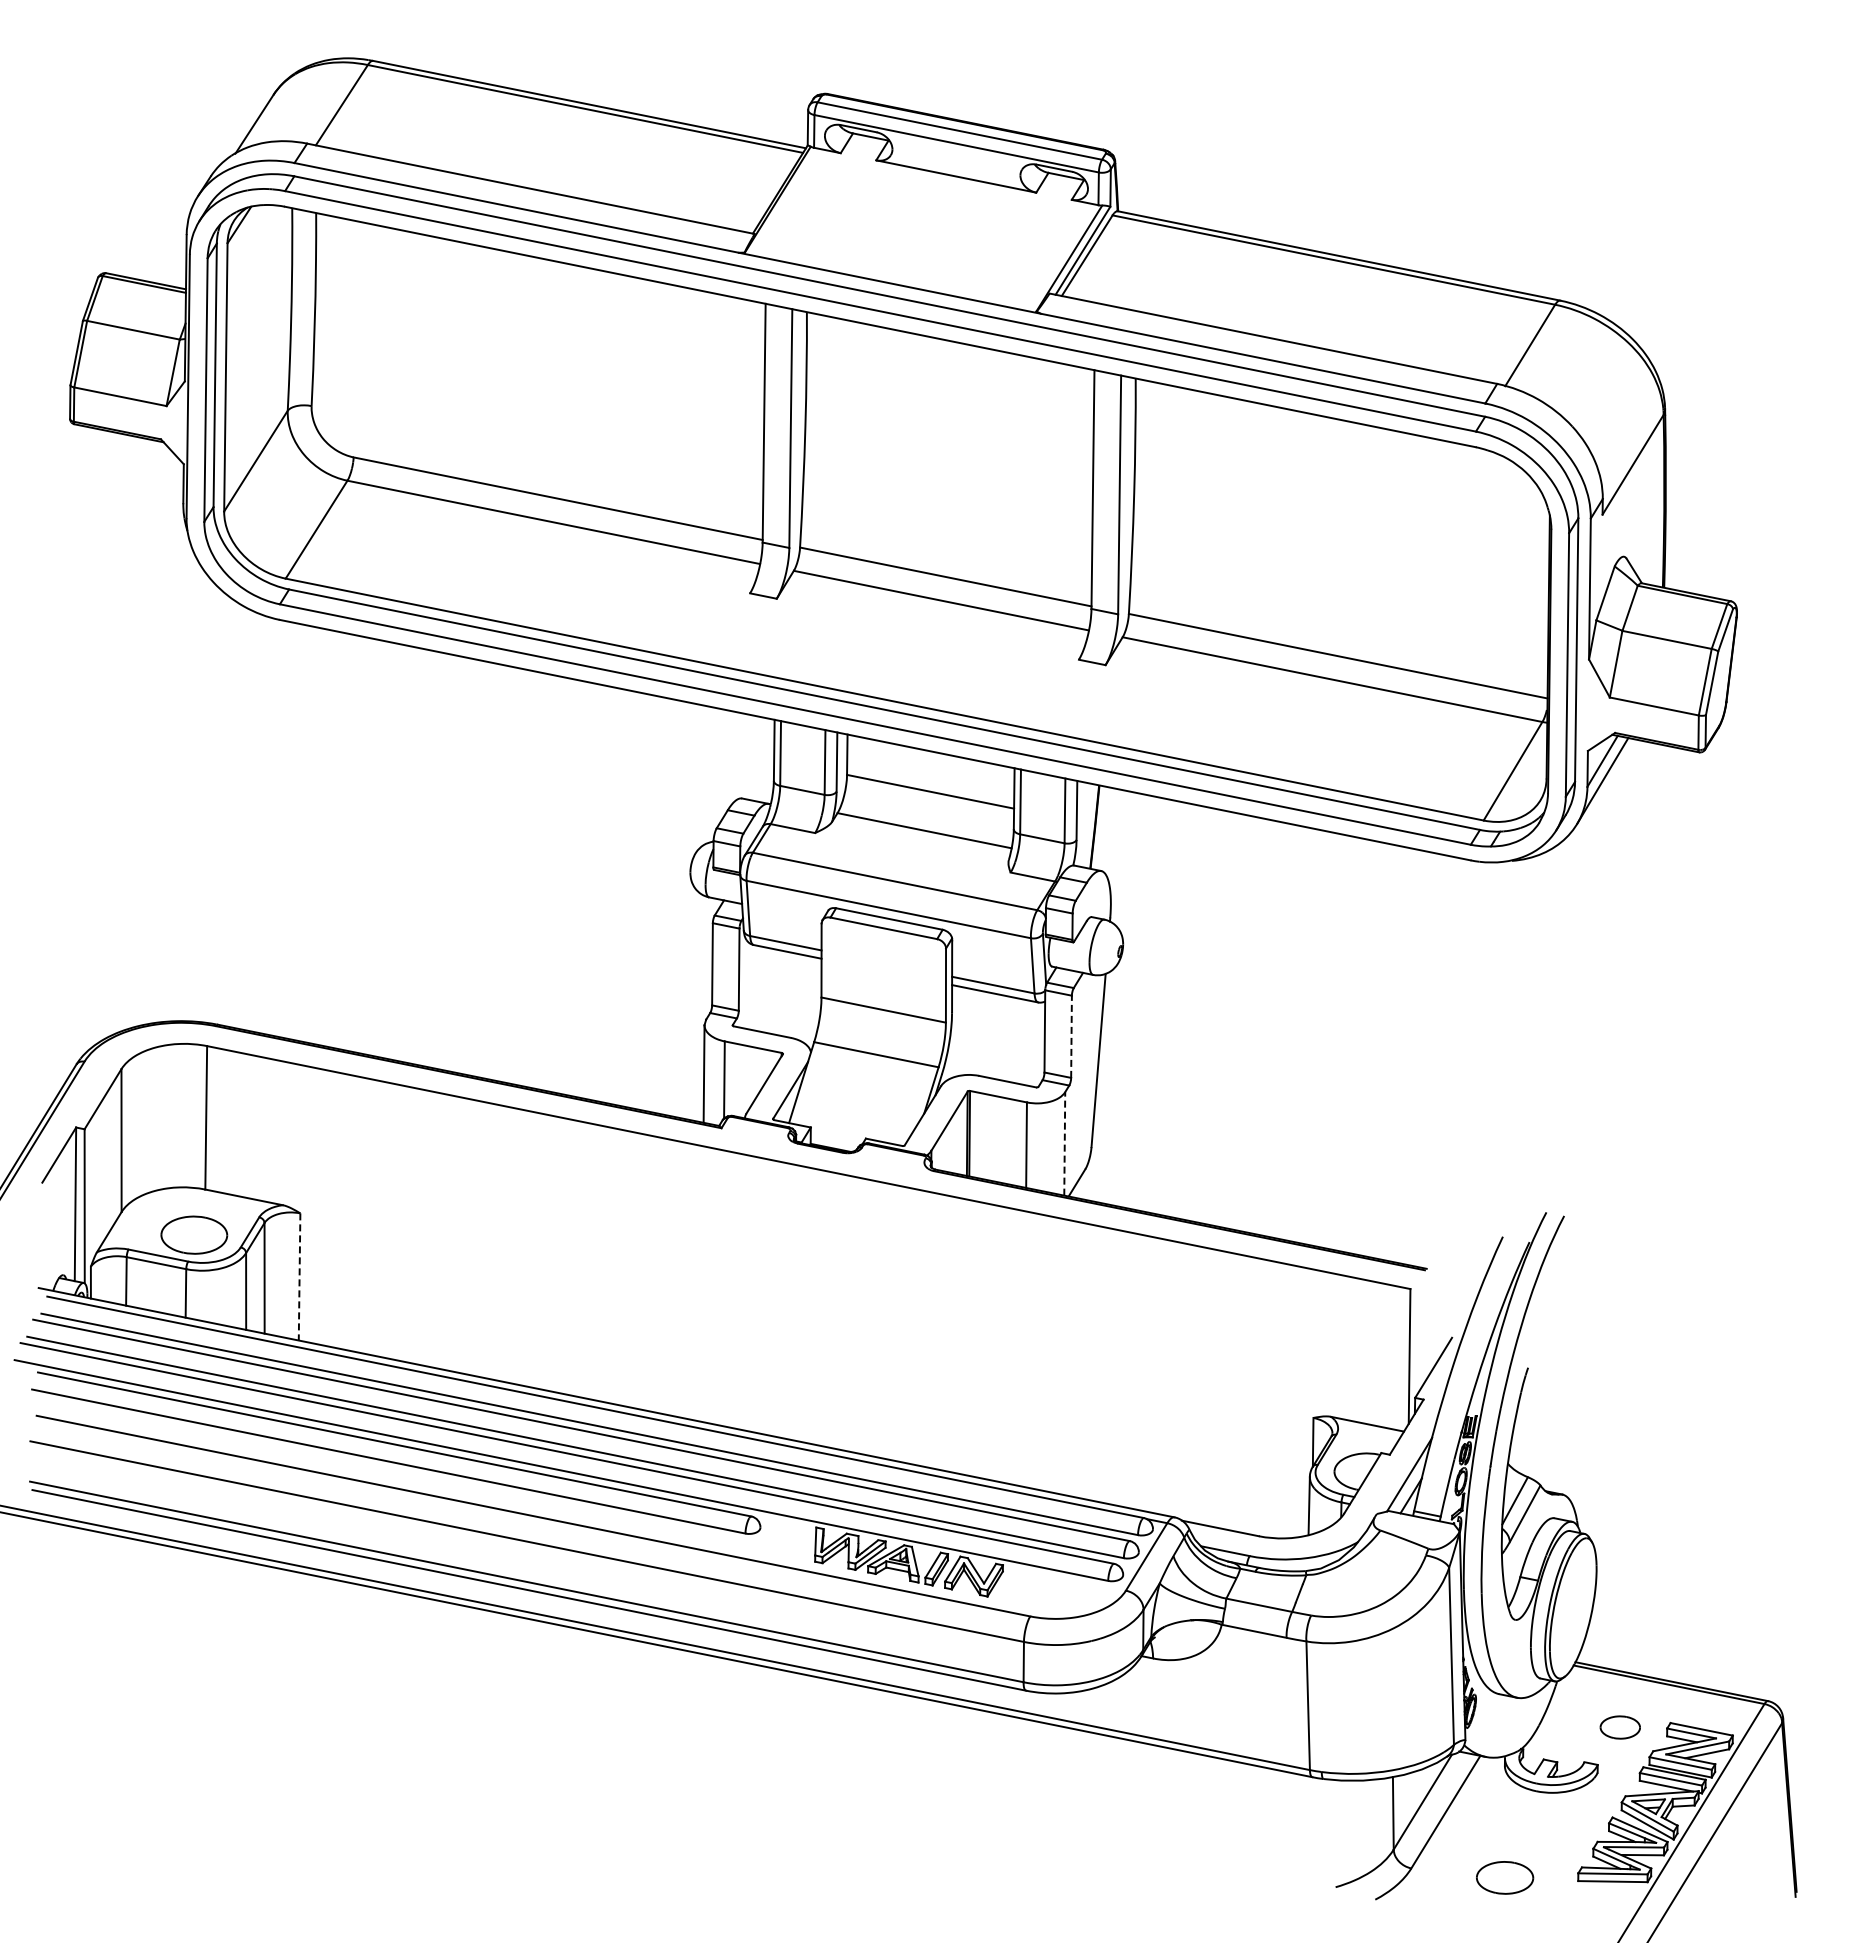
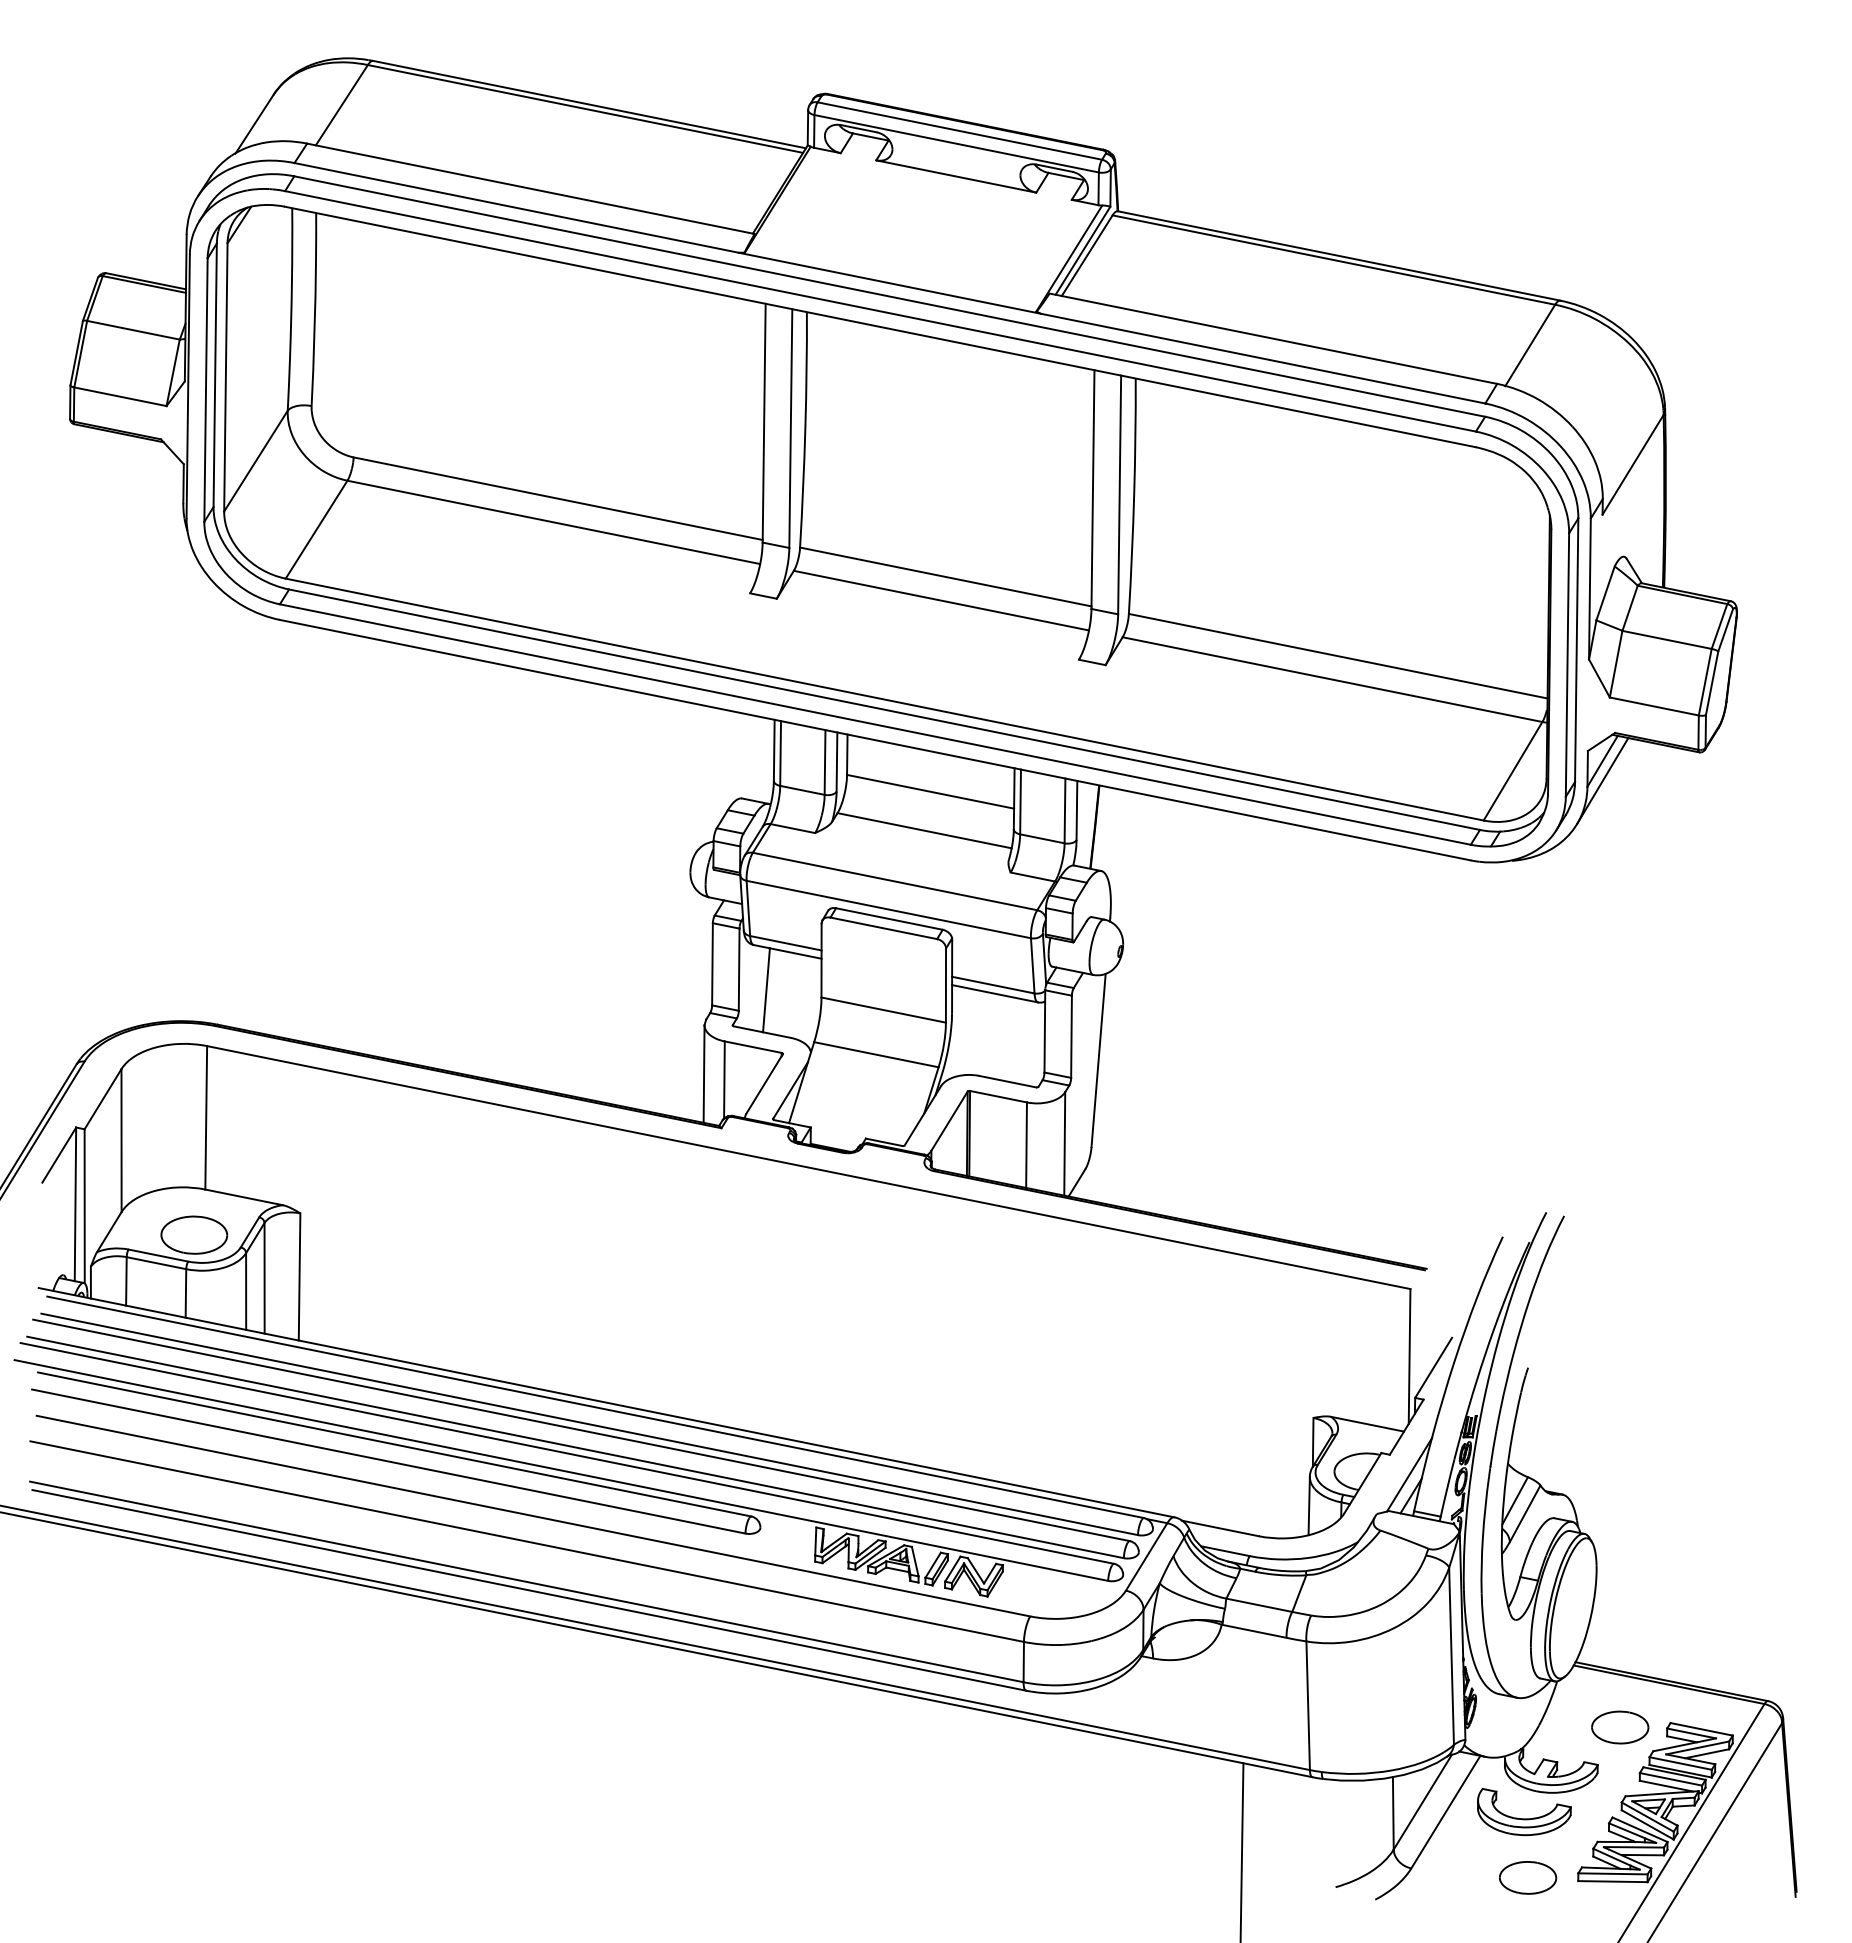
line at (766, 990): none -> present
line at (1071, 1036): dashed -> solid
line at (1064, 1143): dashed -> solid
line at (299, 1276): dashed -> solid
part at (1619, 1727) size: 42x25 px -> 59x35 px
part at (1524, 1812): none -> present
line at (1241, 1851): none -> present
part at (1505, 1877) position: (1505, 1877) -> (1528, 1877)
